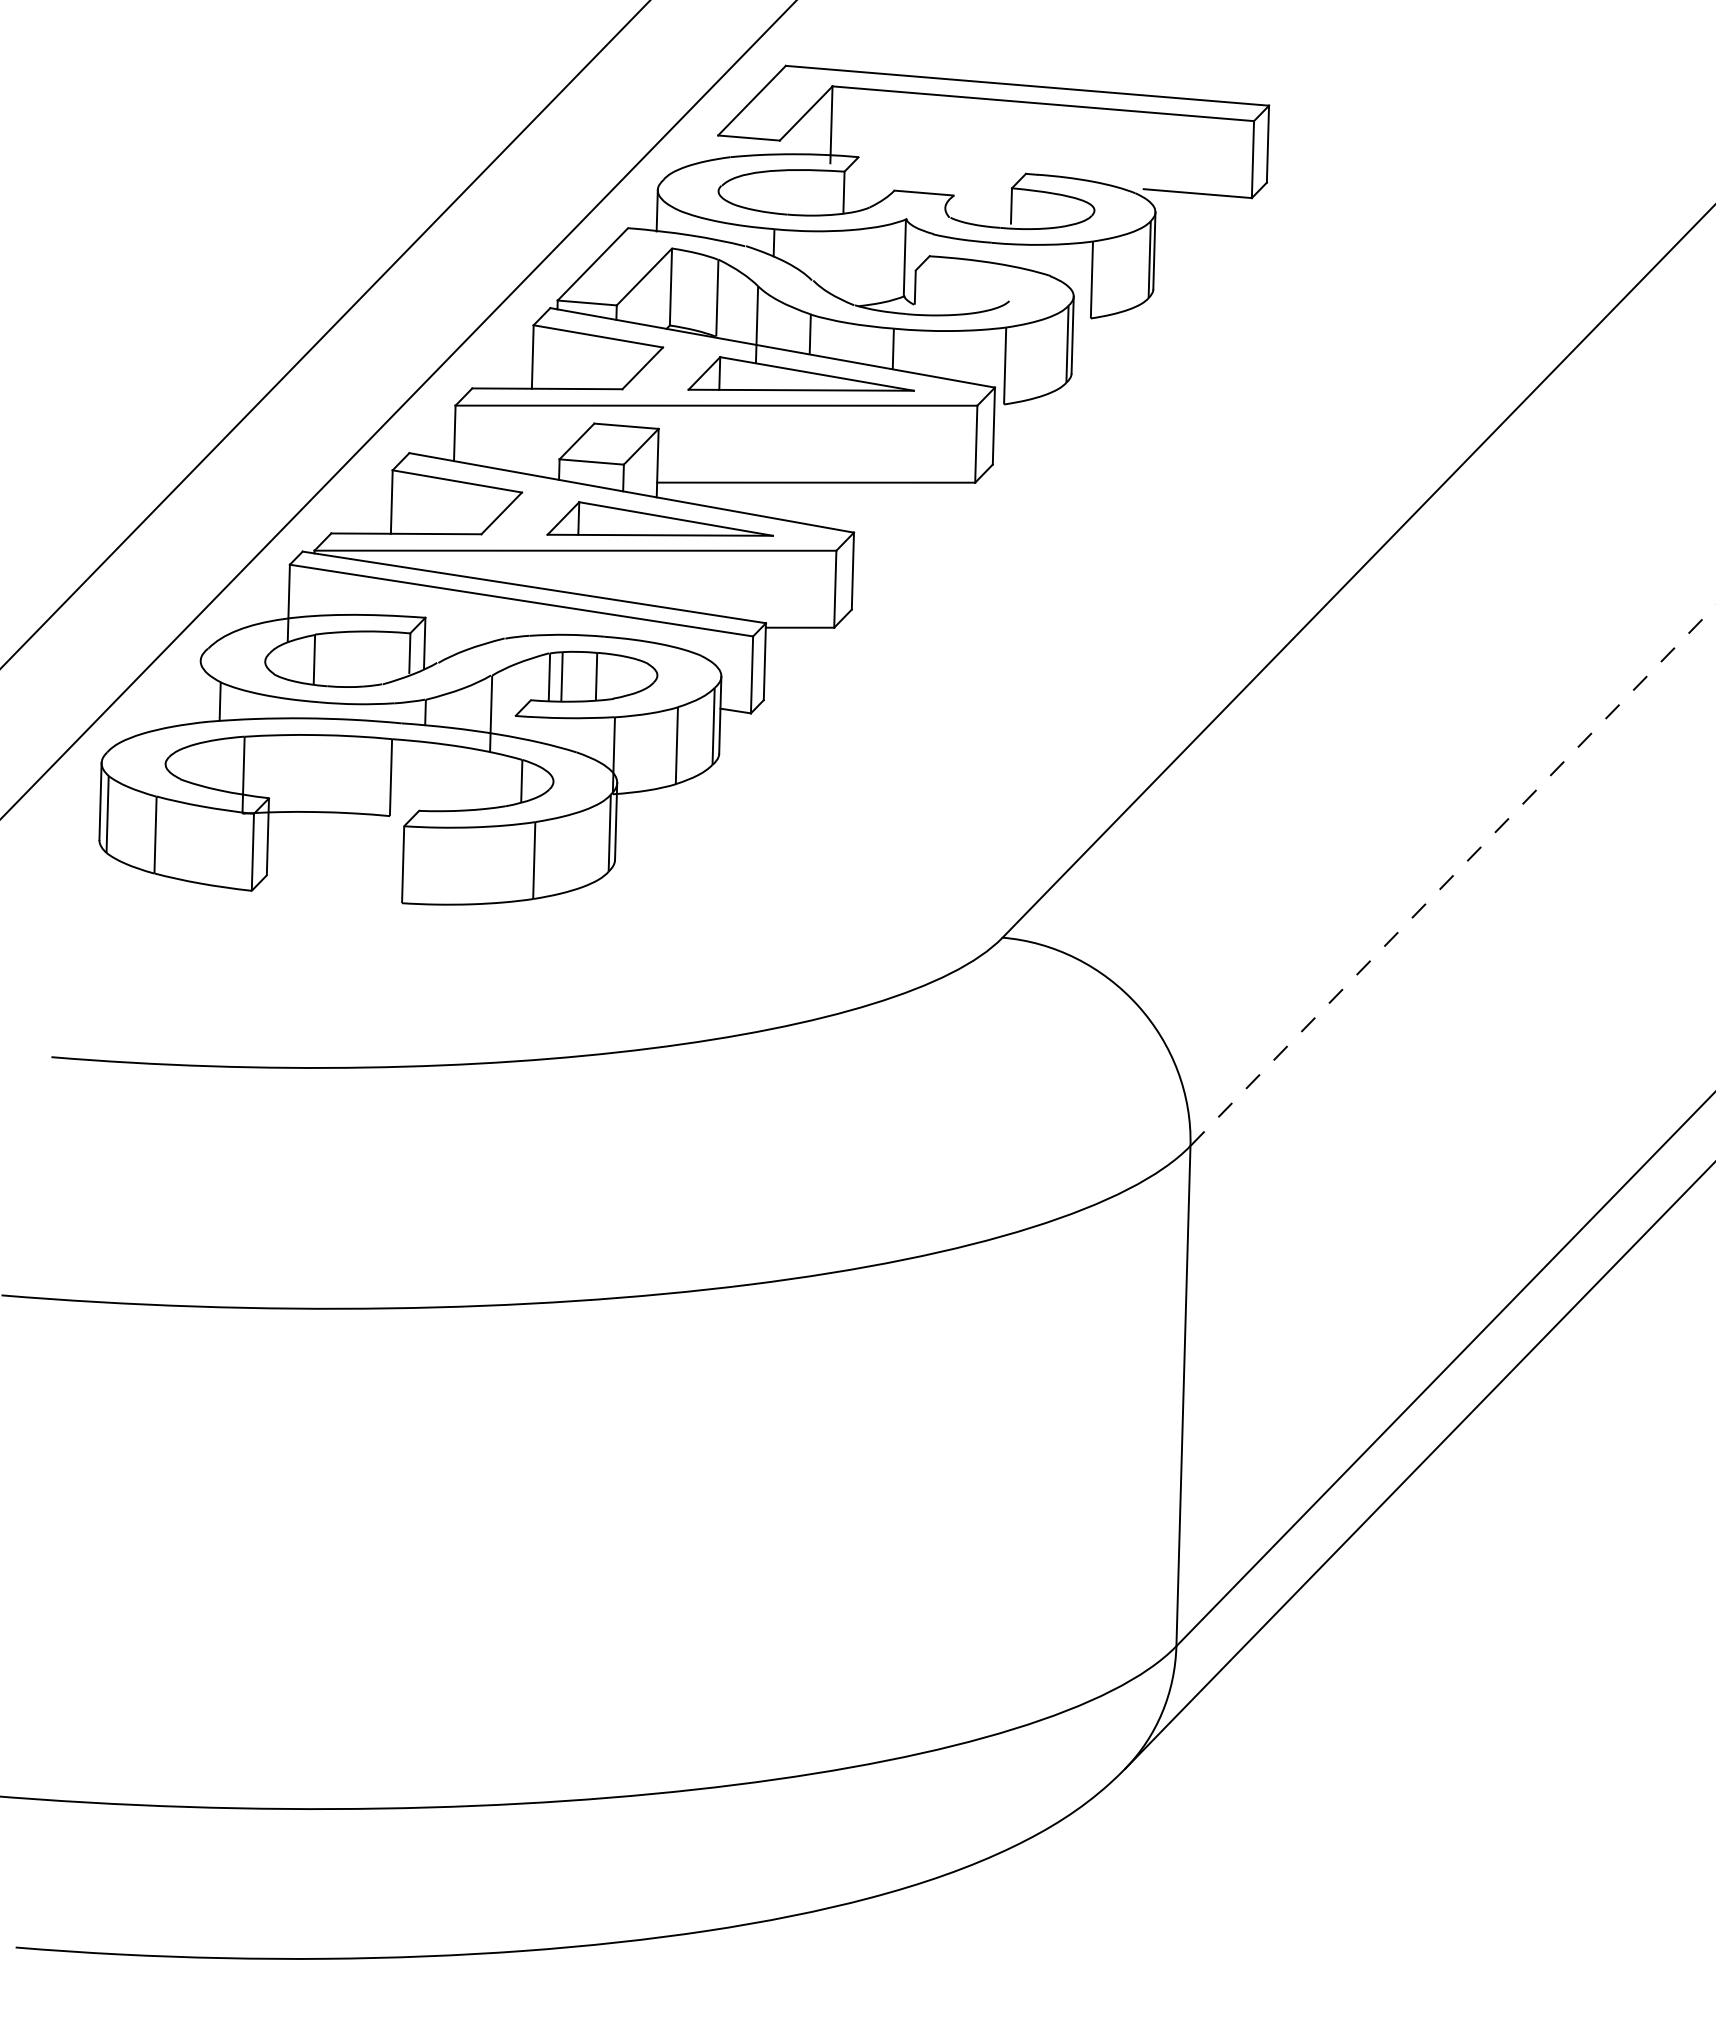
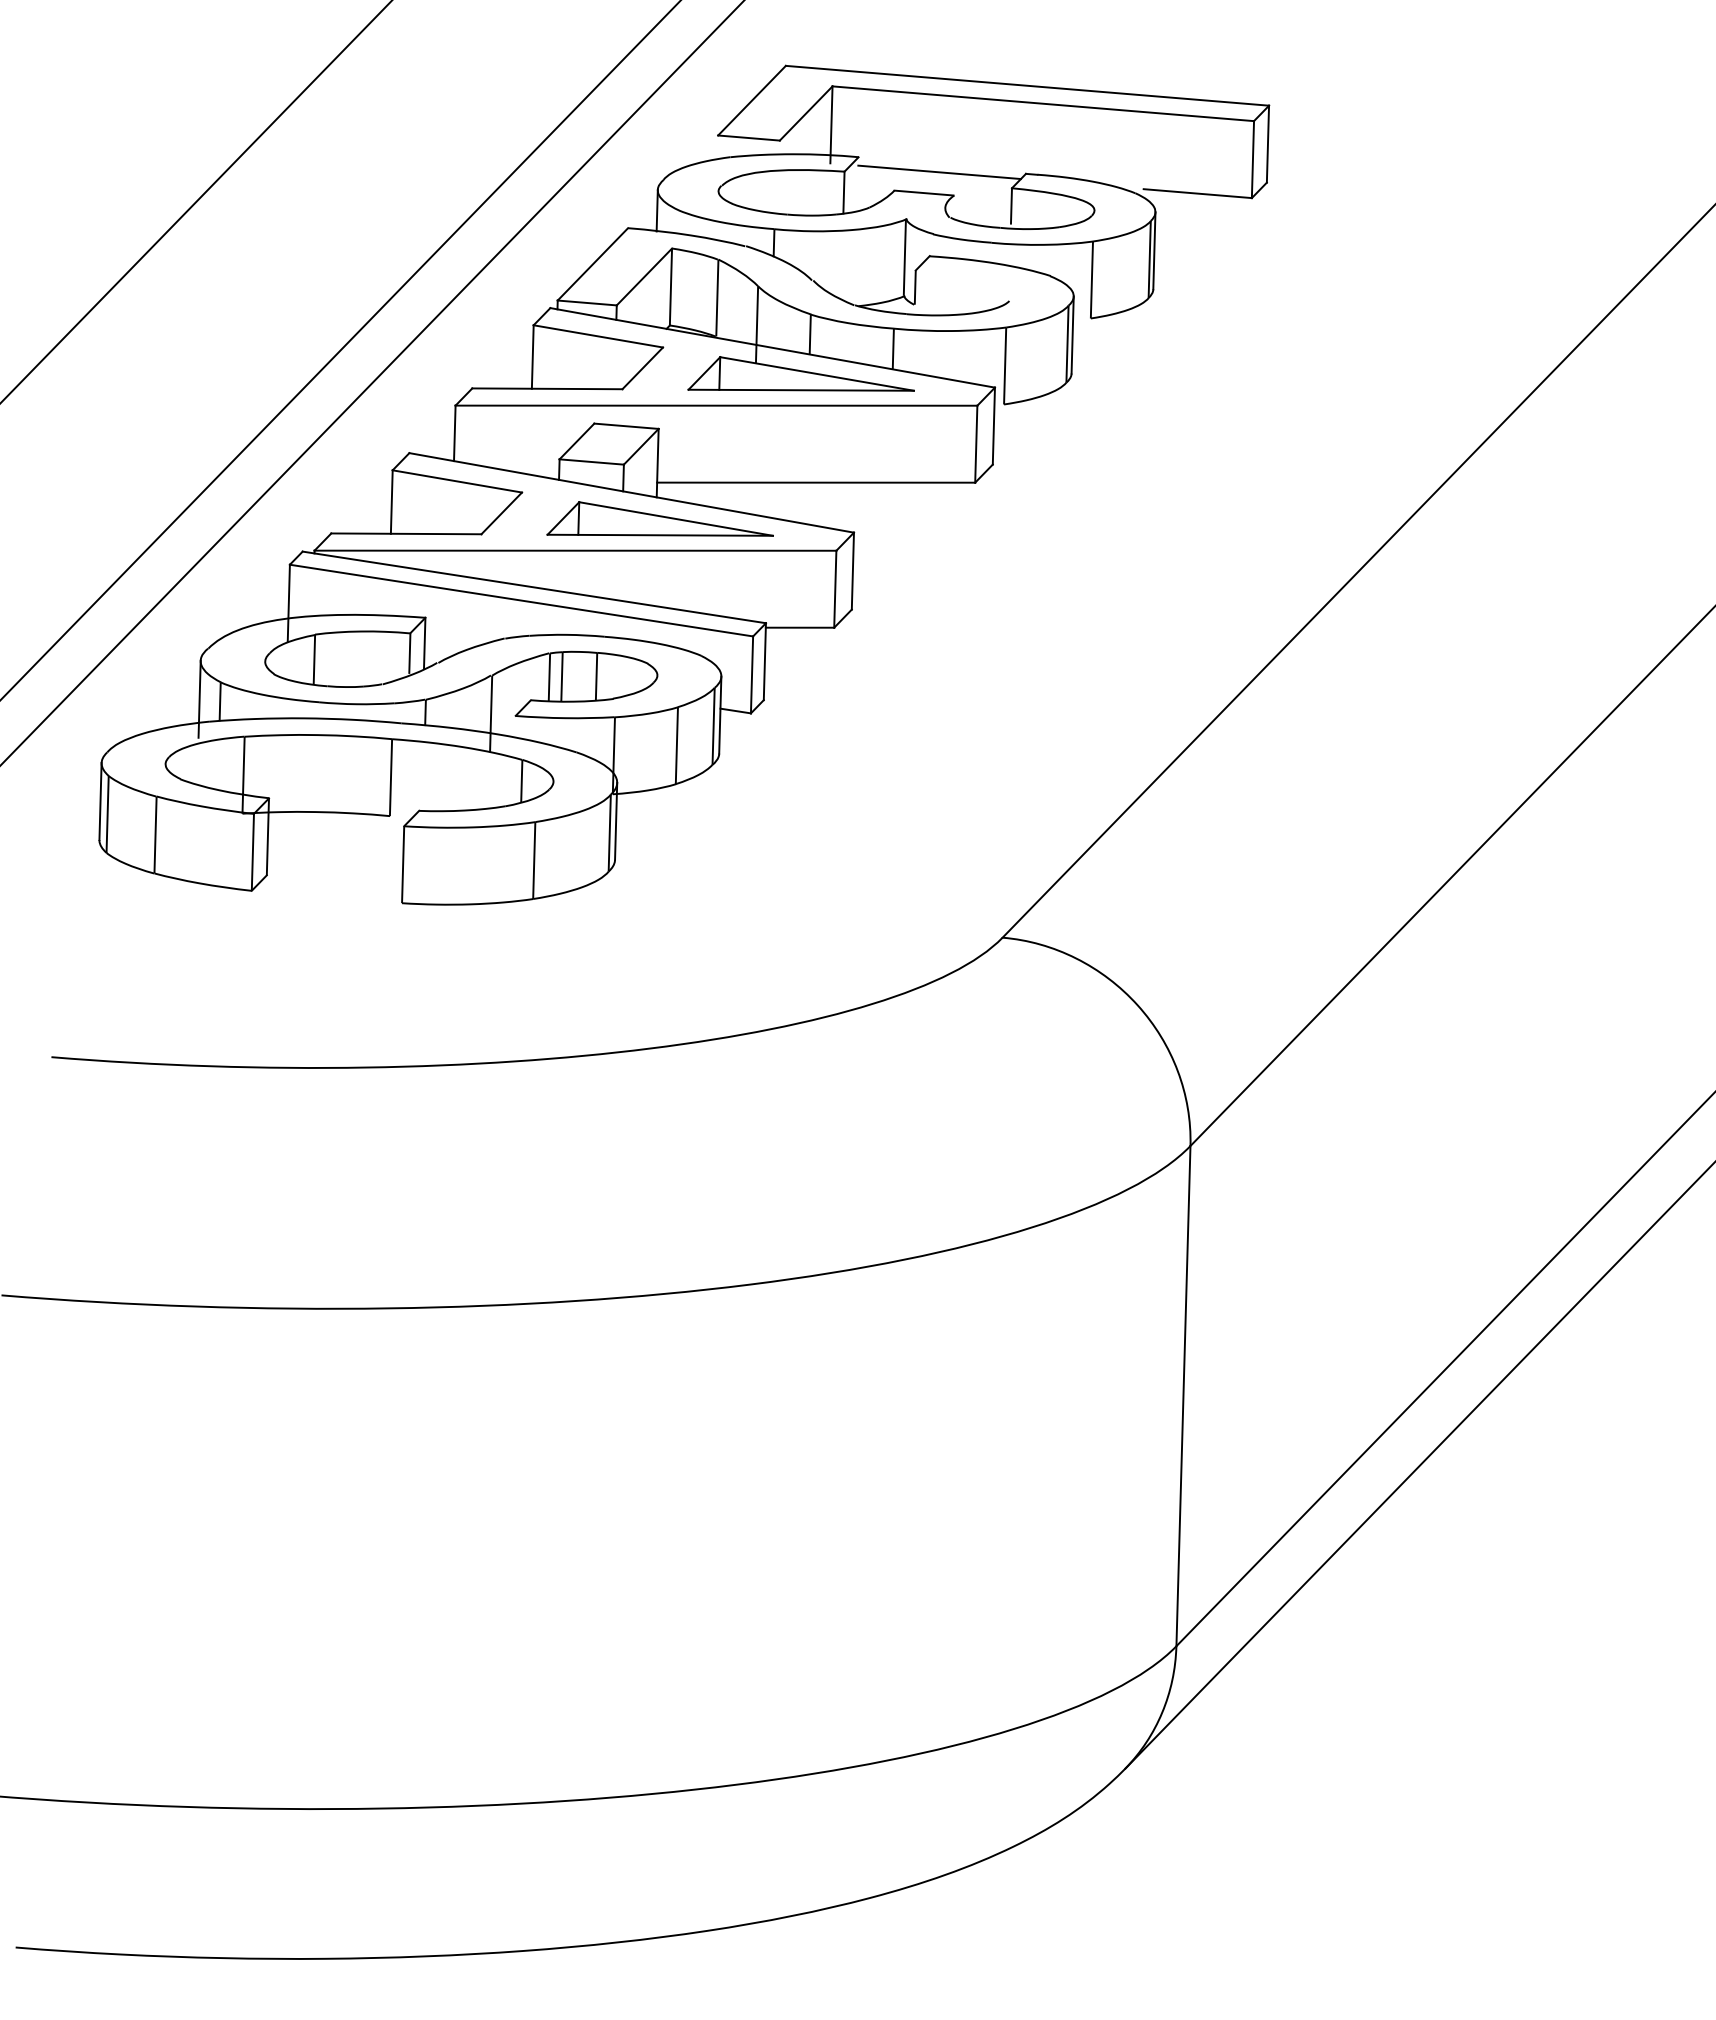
line at (939, 172): none -> present
line at (195, 201): none -> present
line at (325, 334) position: (325, 334) -> (340, 350)
line at (398, 409) position: (398, 409) -> (372, 382)
line at (199, 698): none -> present
line at (1452, 876): dashed -> solid
